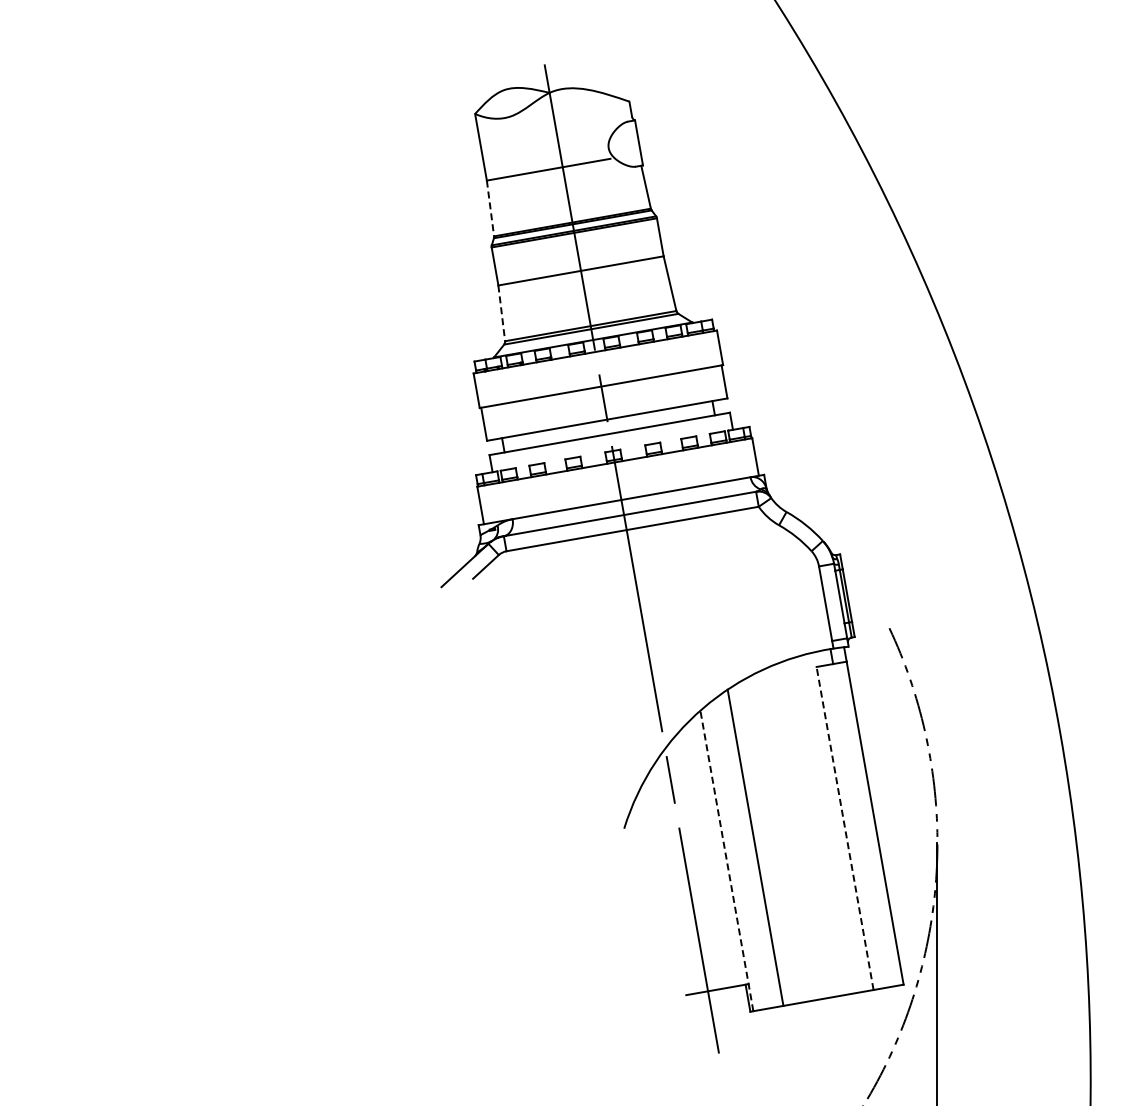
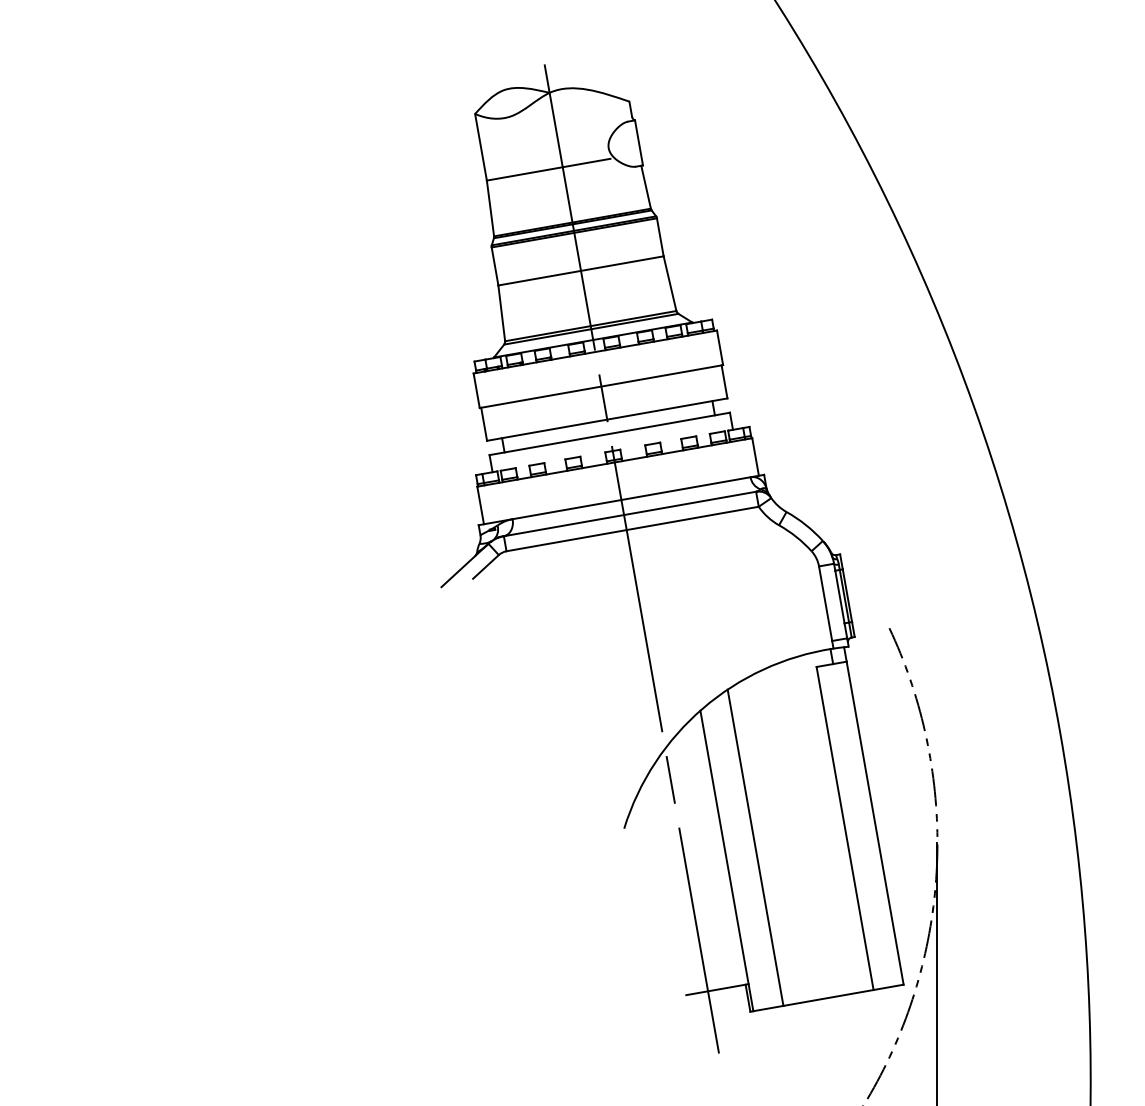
line at (490, 208): dashed -> solid
line at (501, 313): dashed -> solid
line at (845, 828): dashed -> solid
line at (726, 860): dashed -> solid
